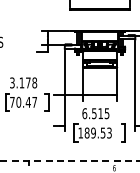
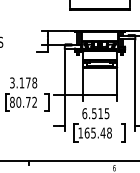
text at (23, 101): 70.47 -> 80.72
text at (97, 132): 189.53 -> 165.48
line at (70, 161): dashed -> solid
